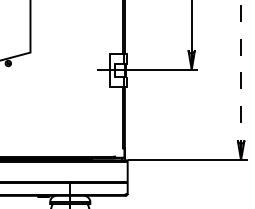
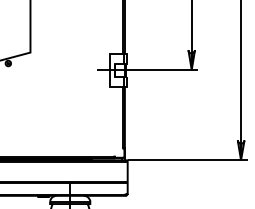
line at (241, 80): dashed -> solid
